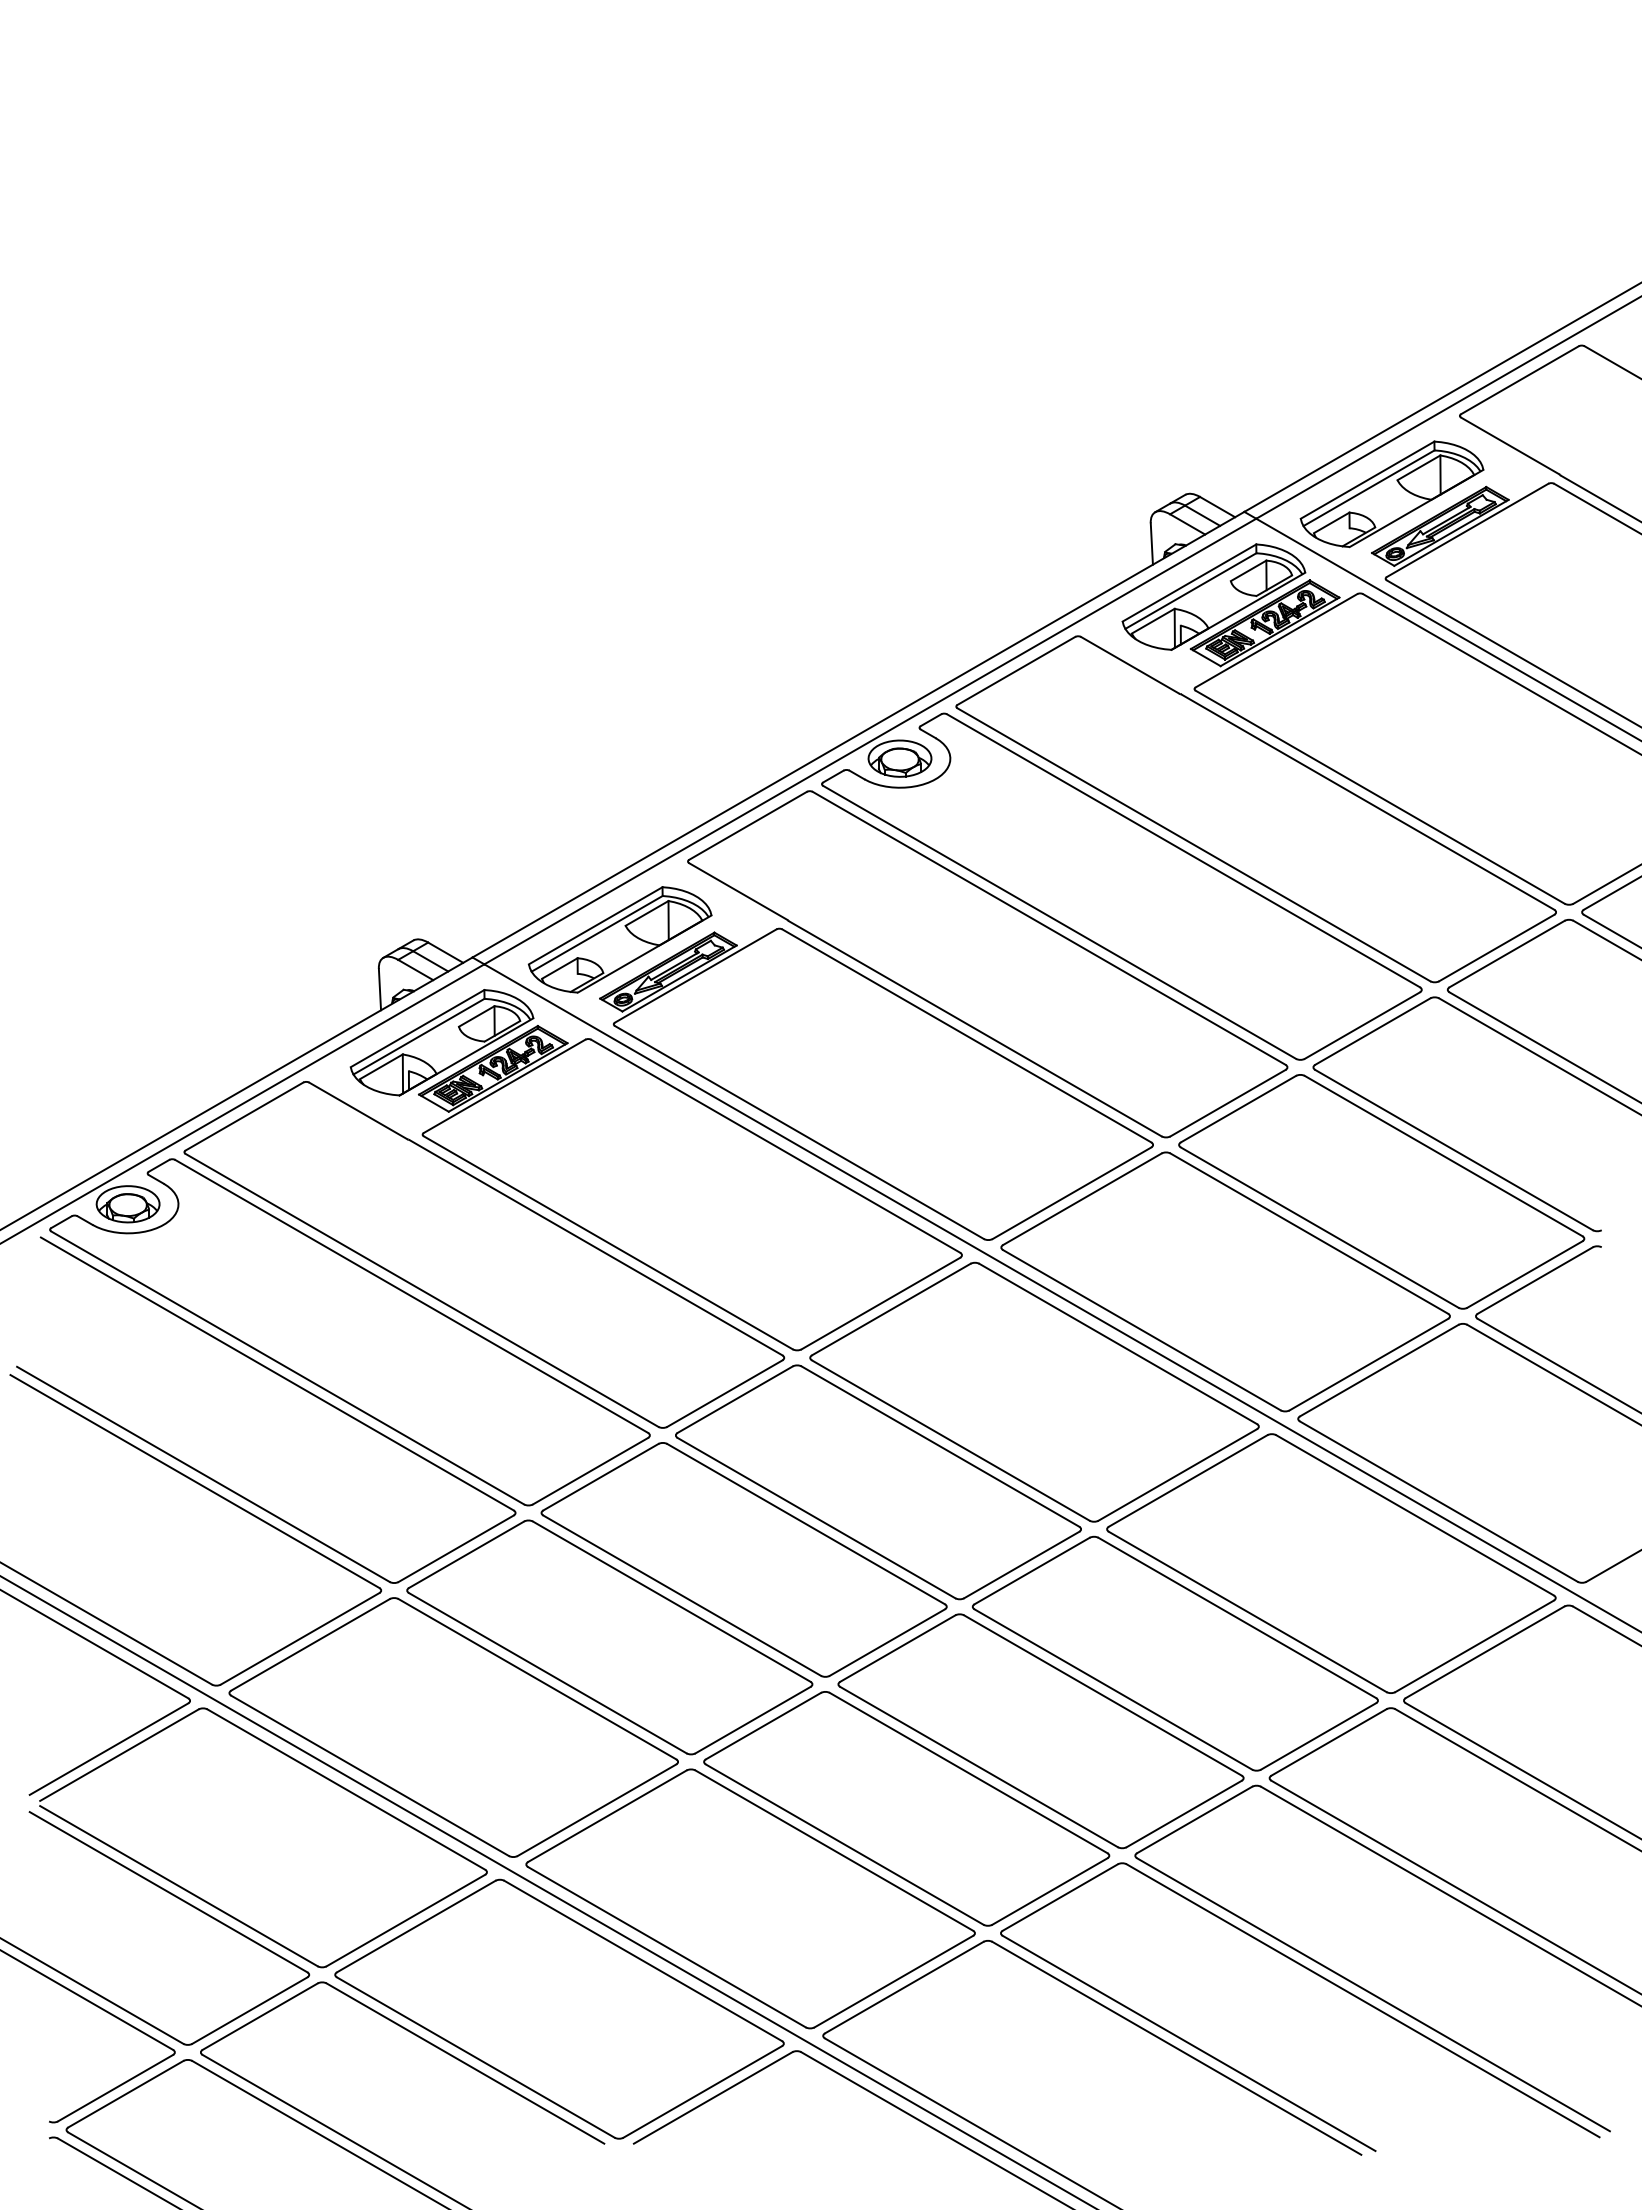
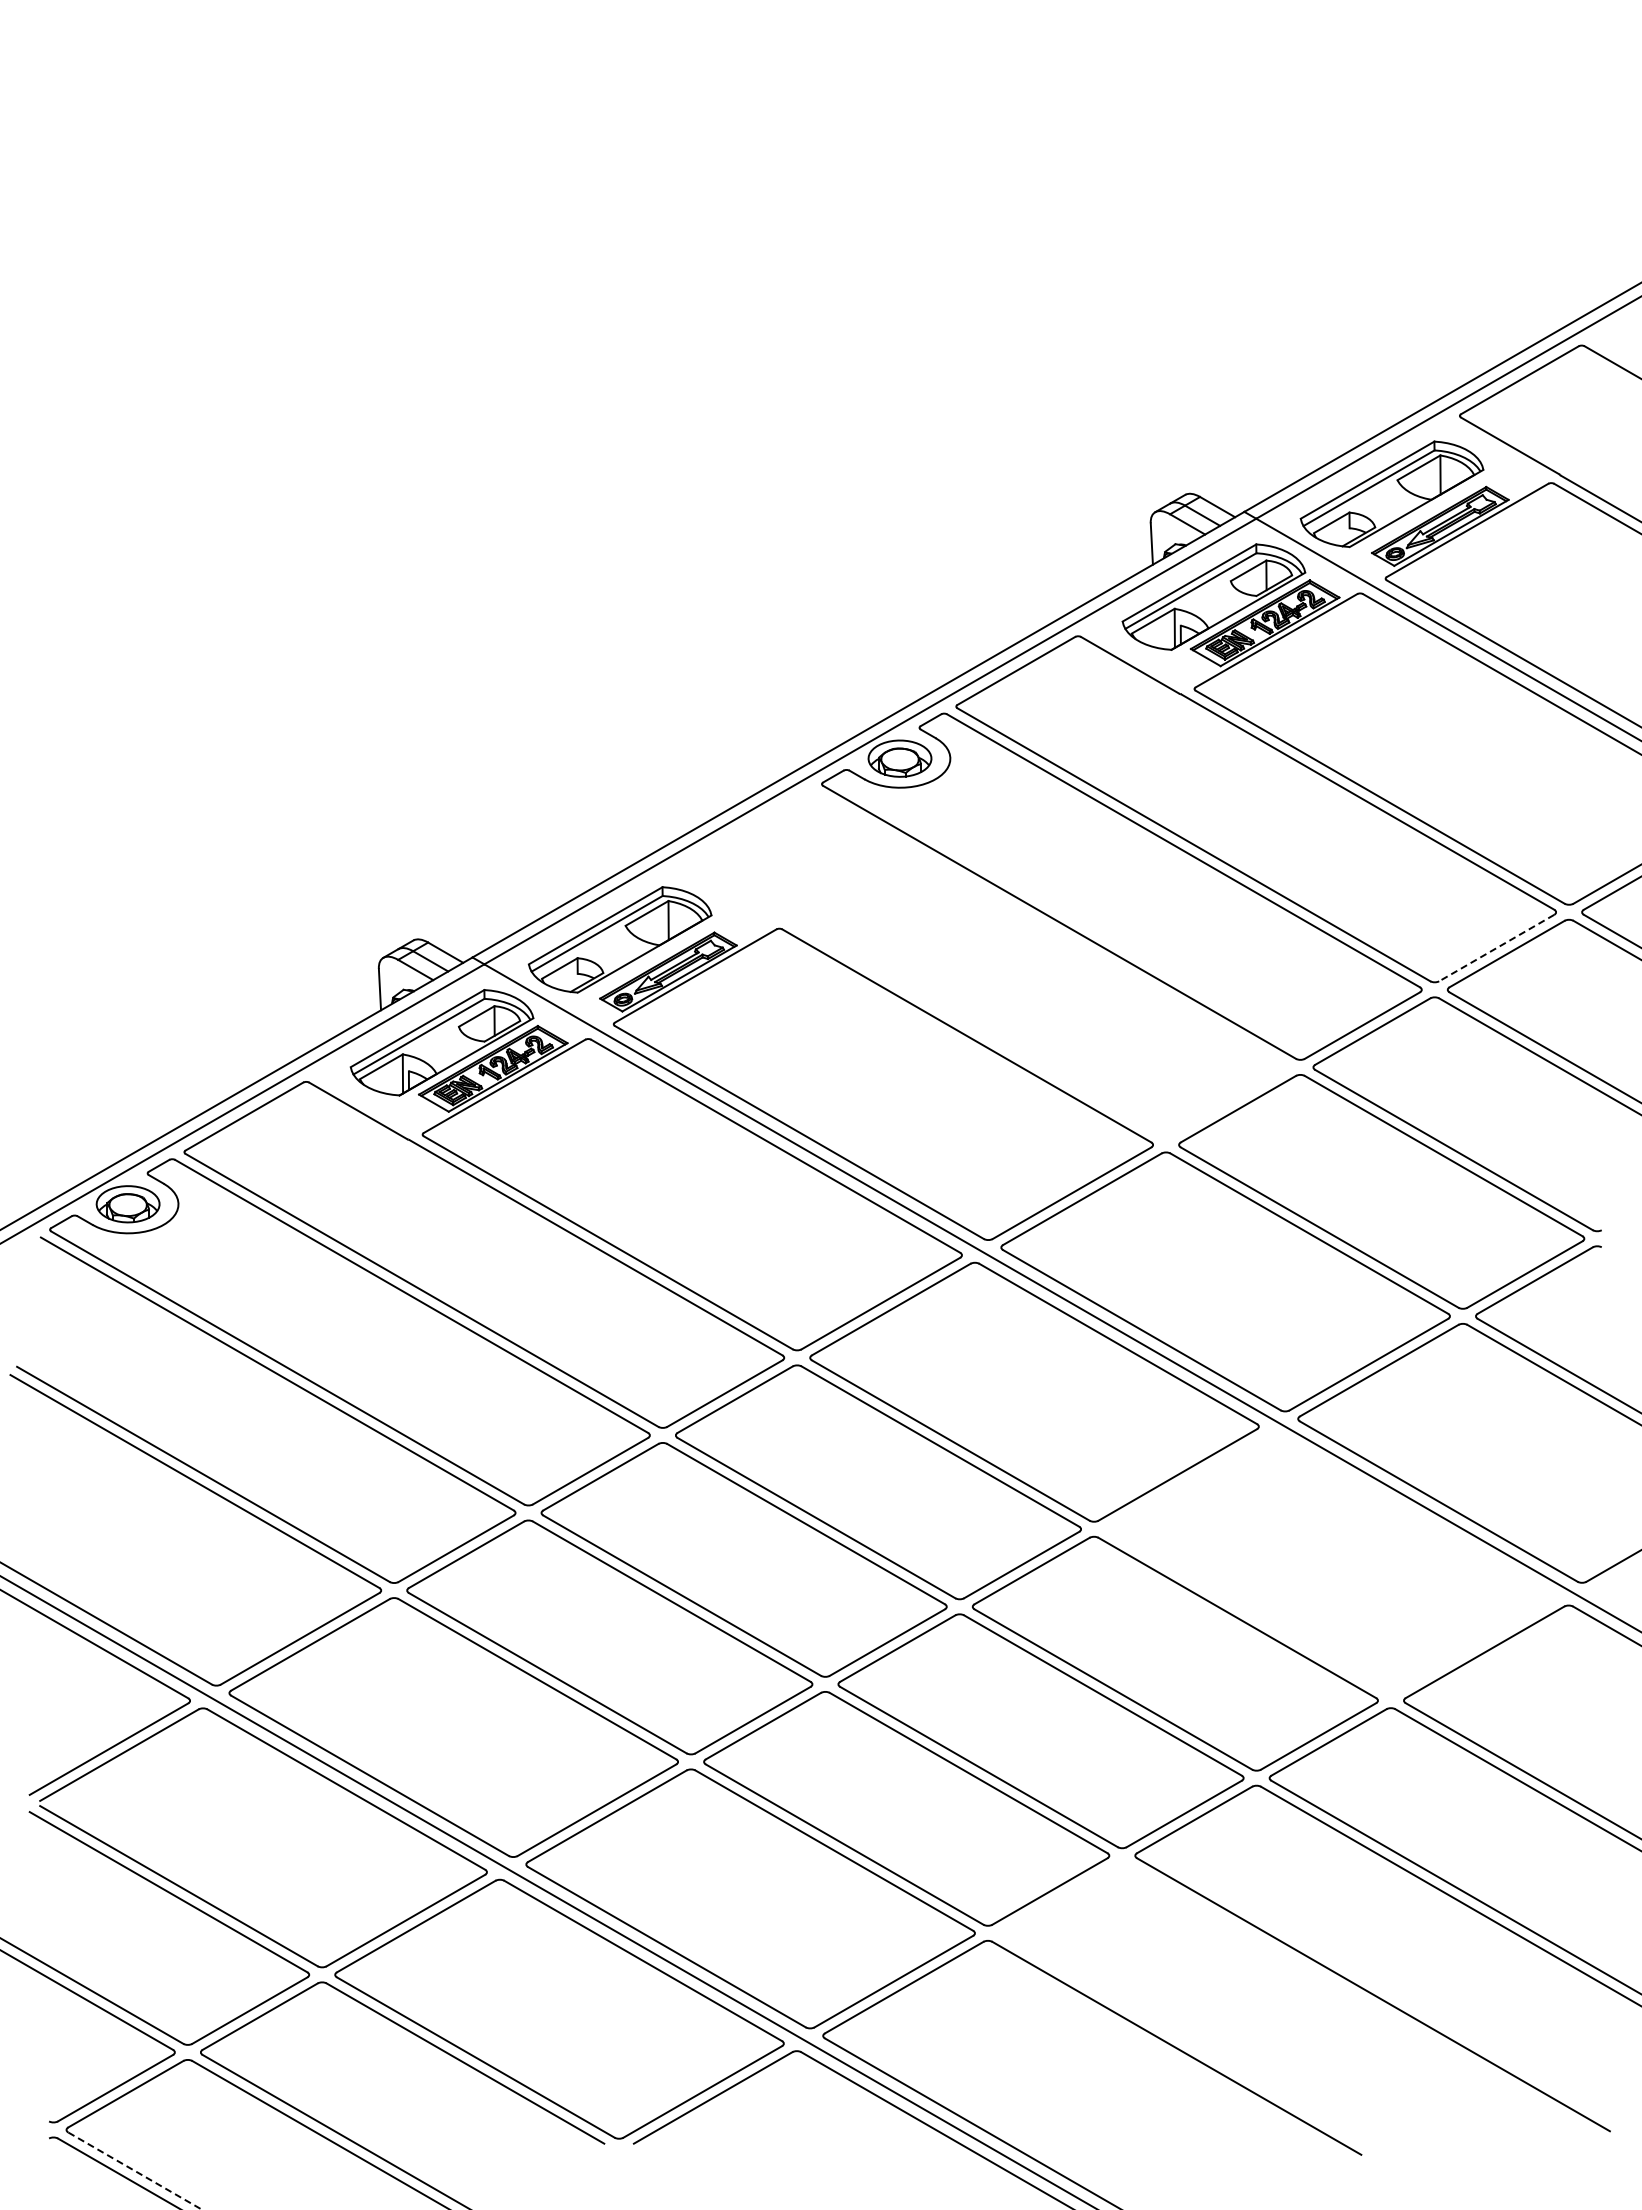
line at (1496, 948): solid -> dashed
part at (987, 964): present -> none
part at (1331, 1563): present -> none
part at (1318, 1976): present -> none
line at (134, 2170): solid -> dashed
